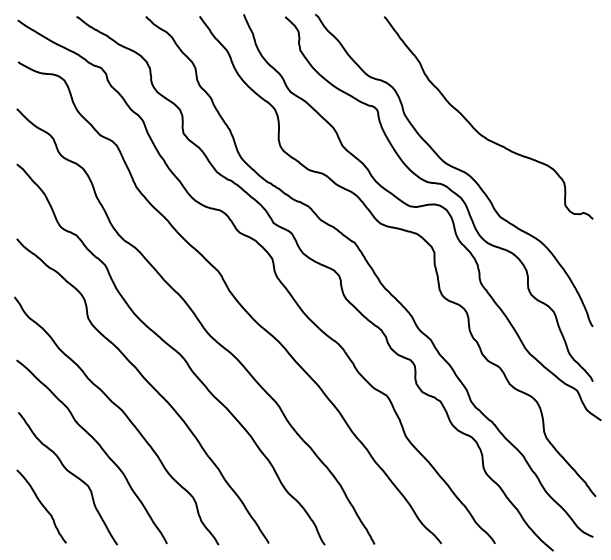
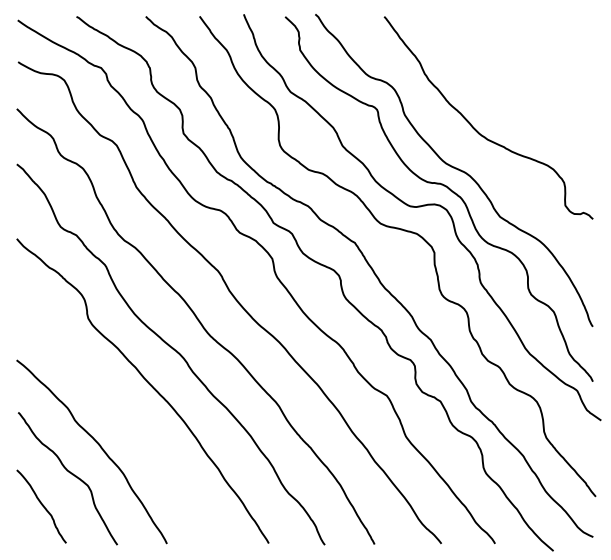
curve at (125, 416): present -> none
